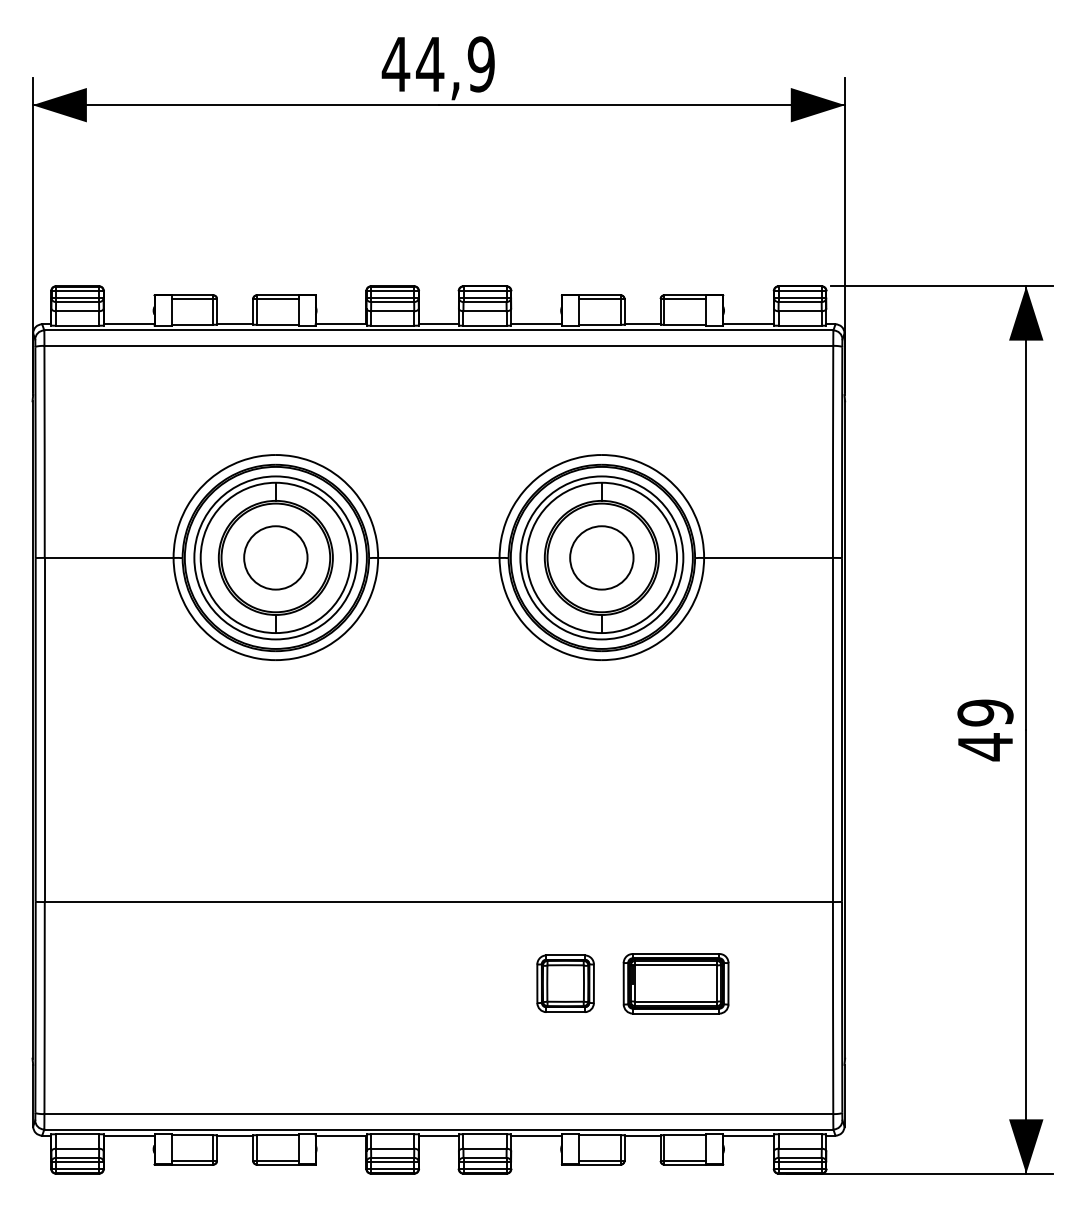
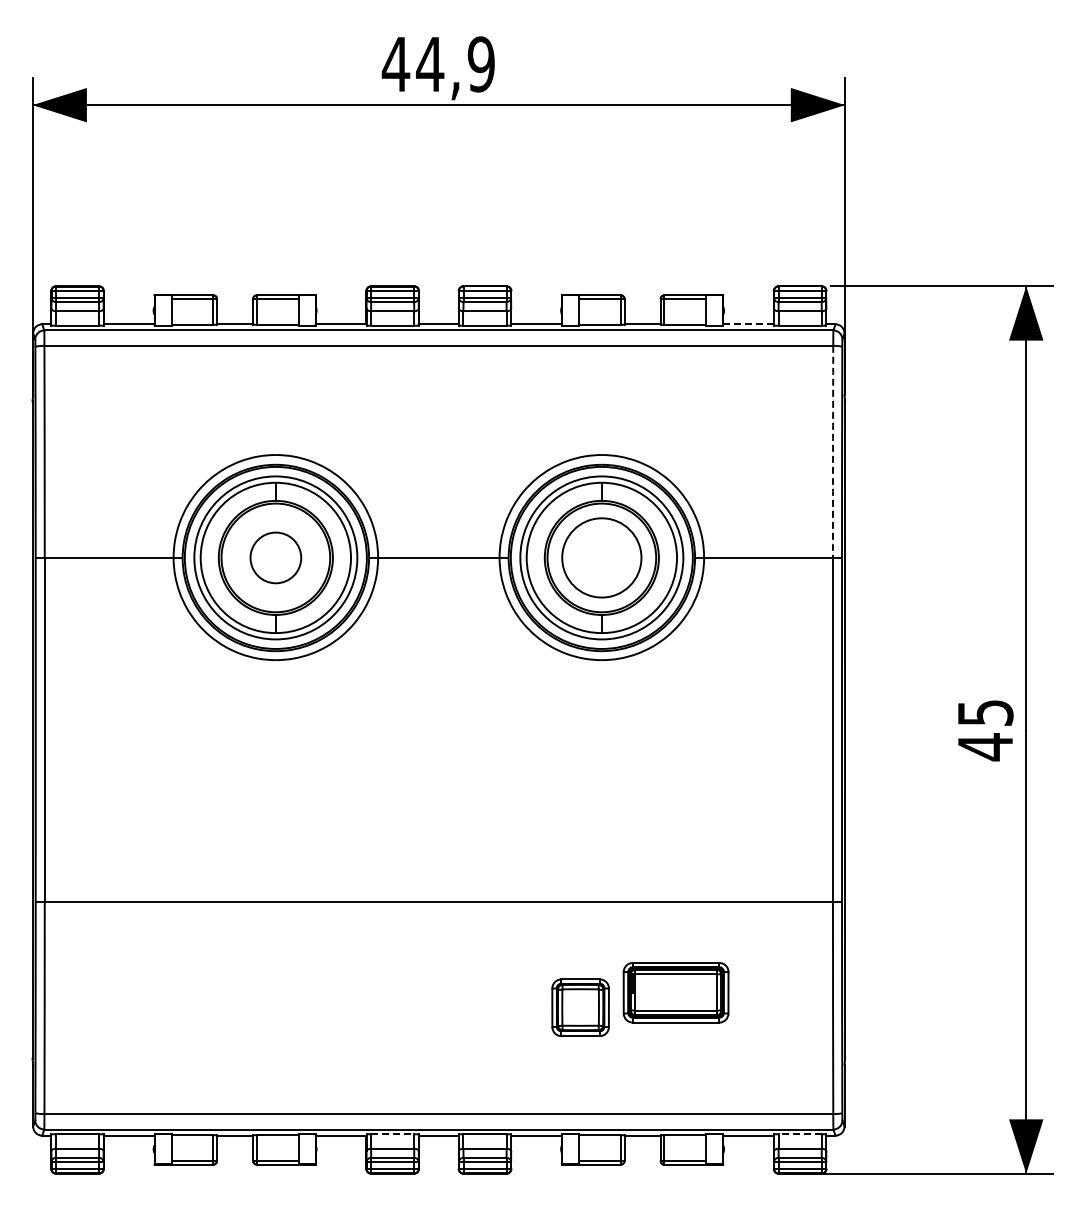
line at (748, 324): solid -> dashed
arc at (833, 451): solid -> dashed
circle at (275, 557) size: 66x66 px -> 54x54 px
circle at (601, 557) diameter: 63 px -> 79 px
text at (985, 712): 49 -> 45
part at (565, 983) position: (565, 983) -> (580, 1007)
part at (675, 983) position: (675, 983) -> (675, 992)
line at (392, 1134): solid -> dashed
line at (800, 1134): solid -> dashed
